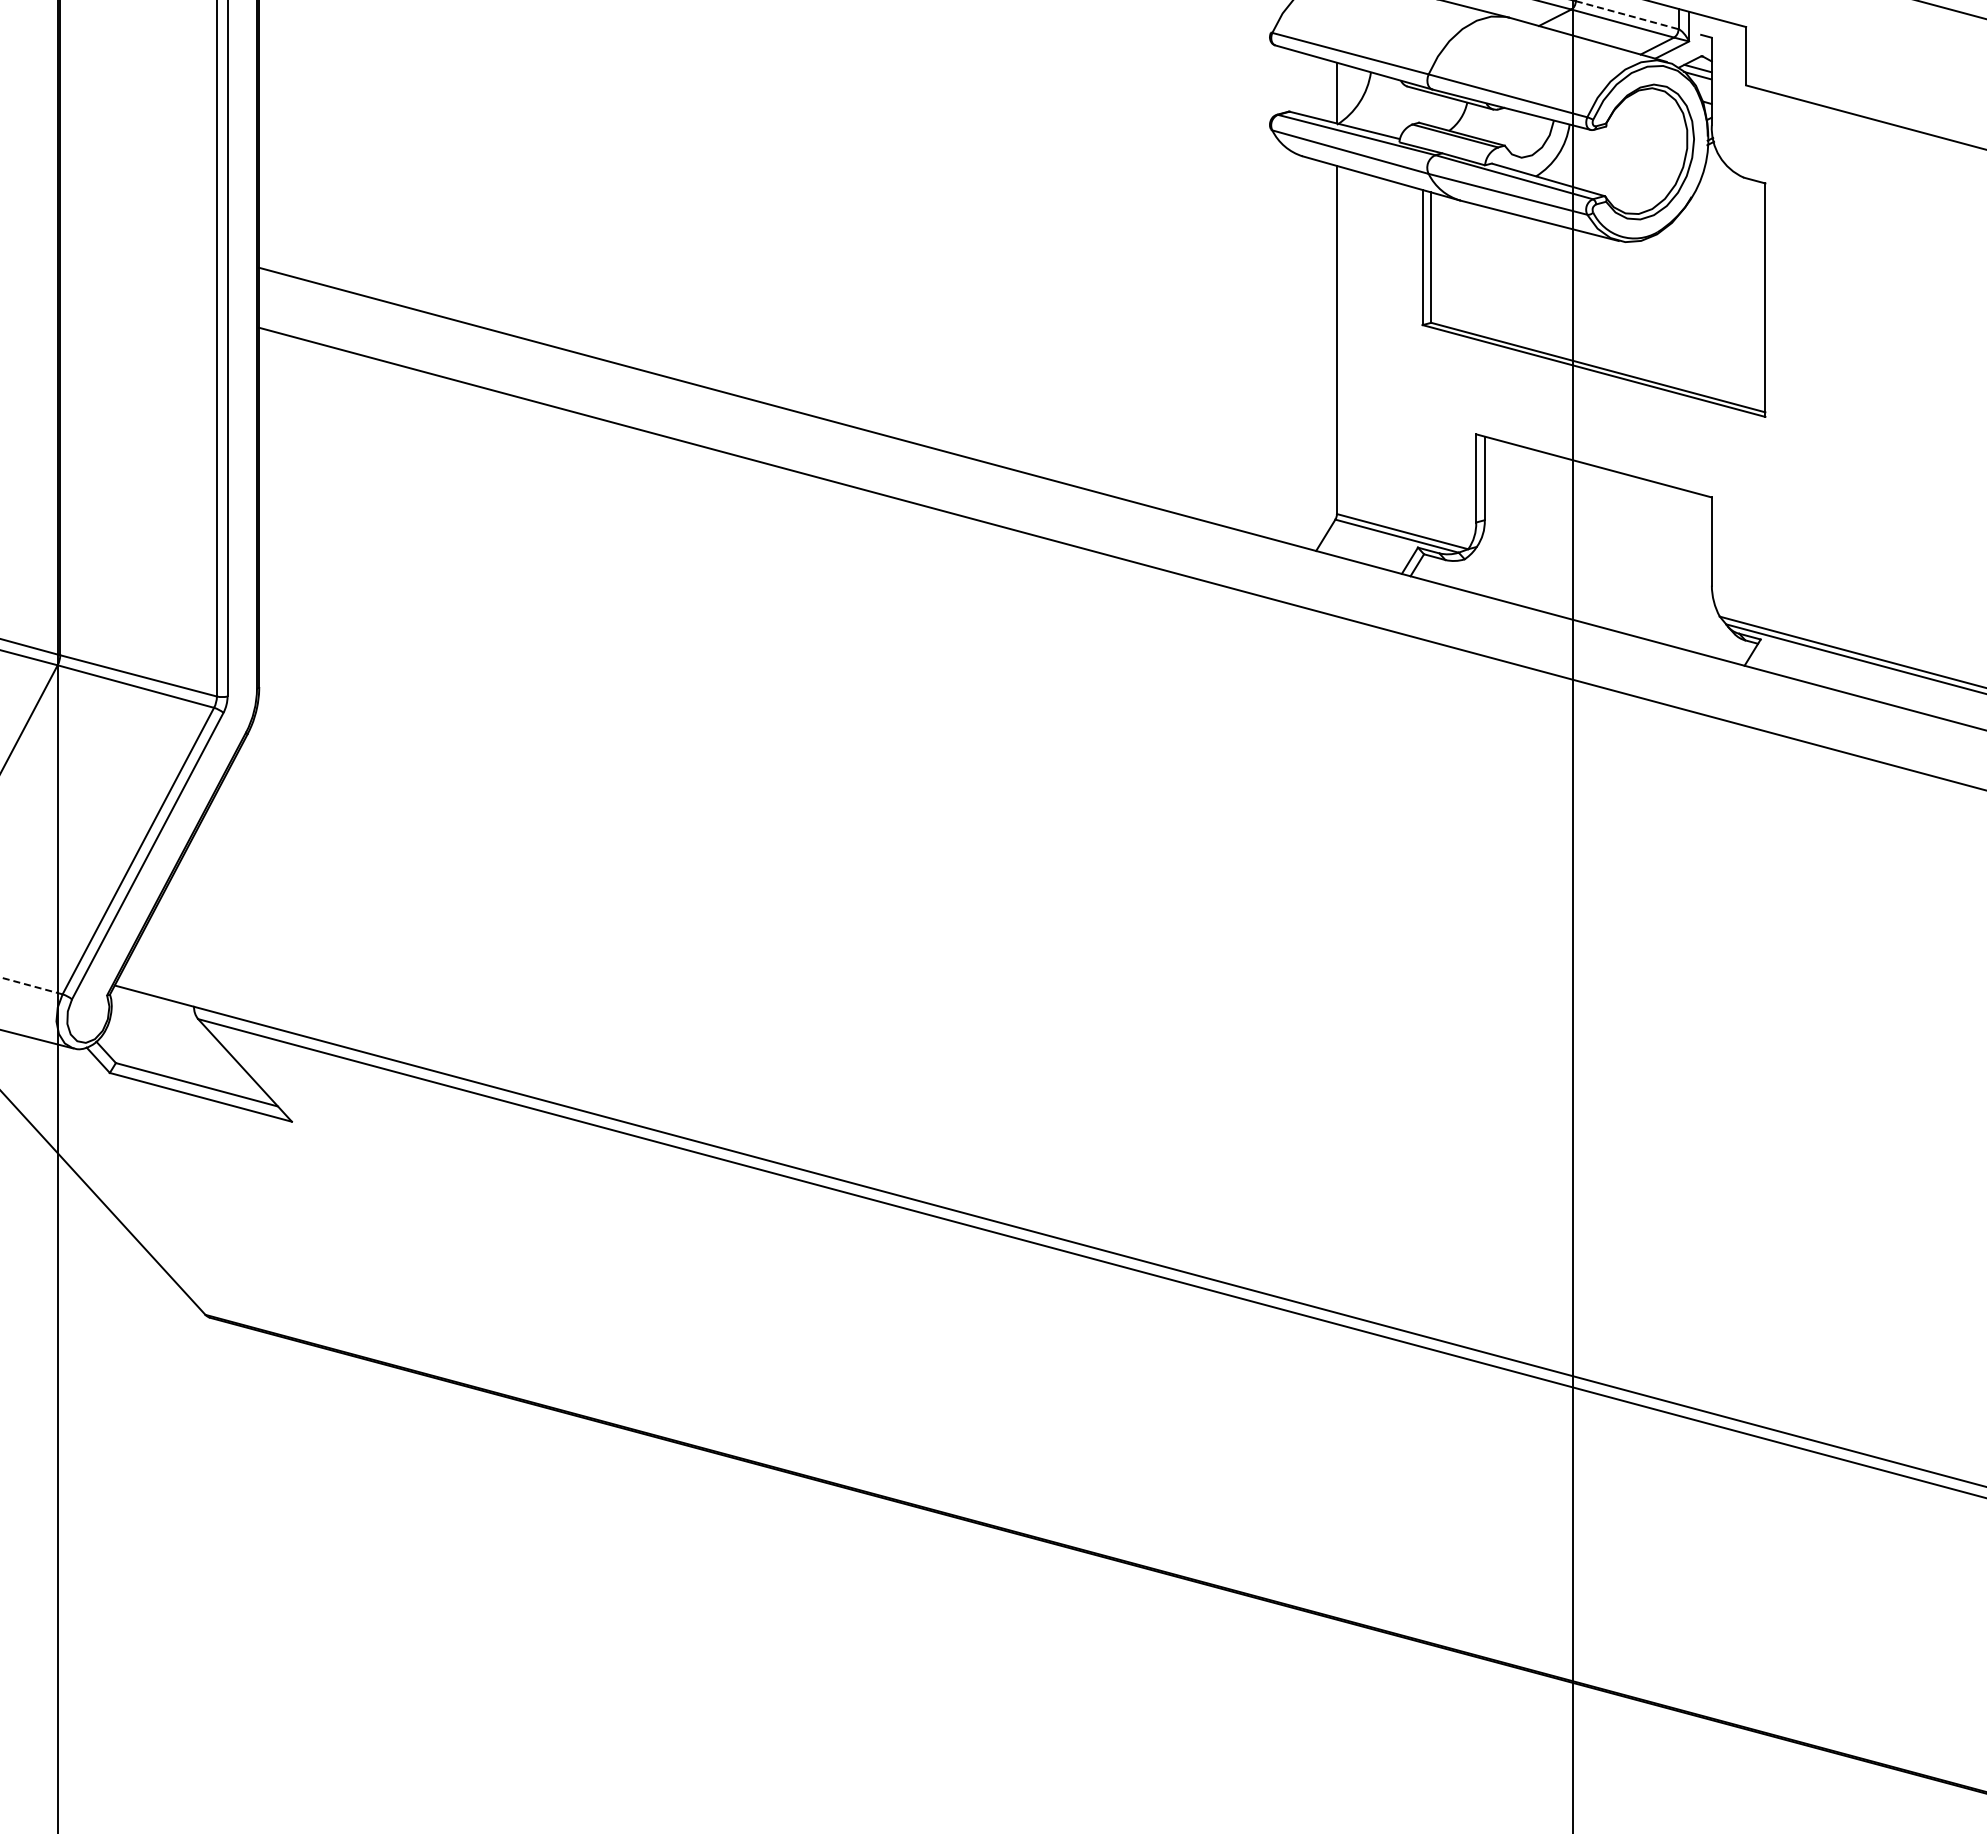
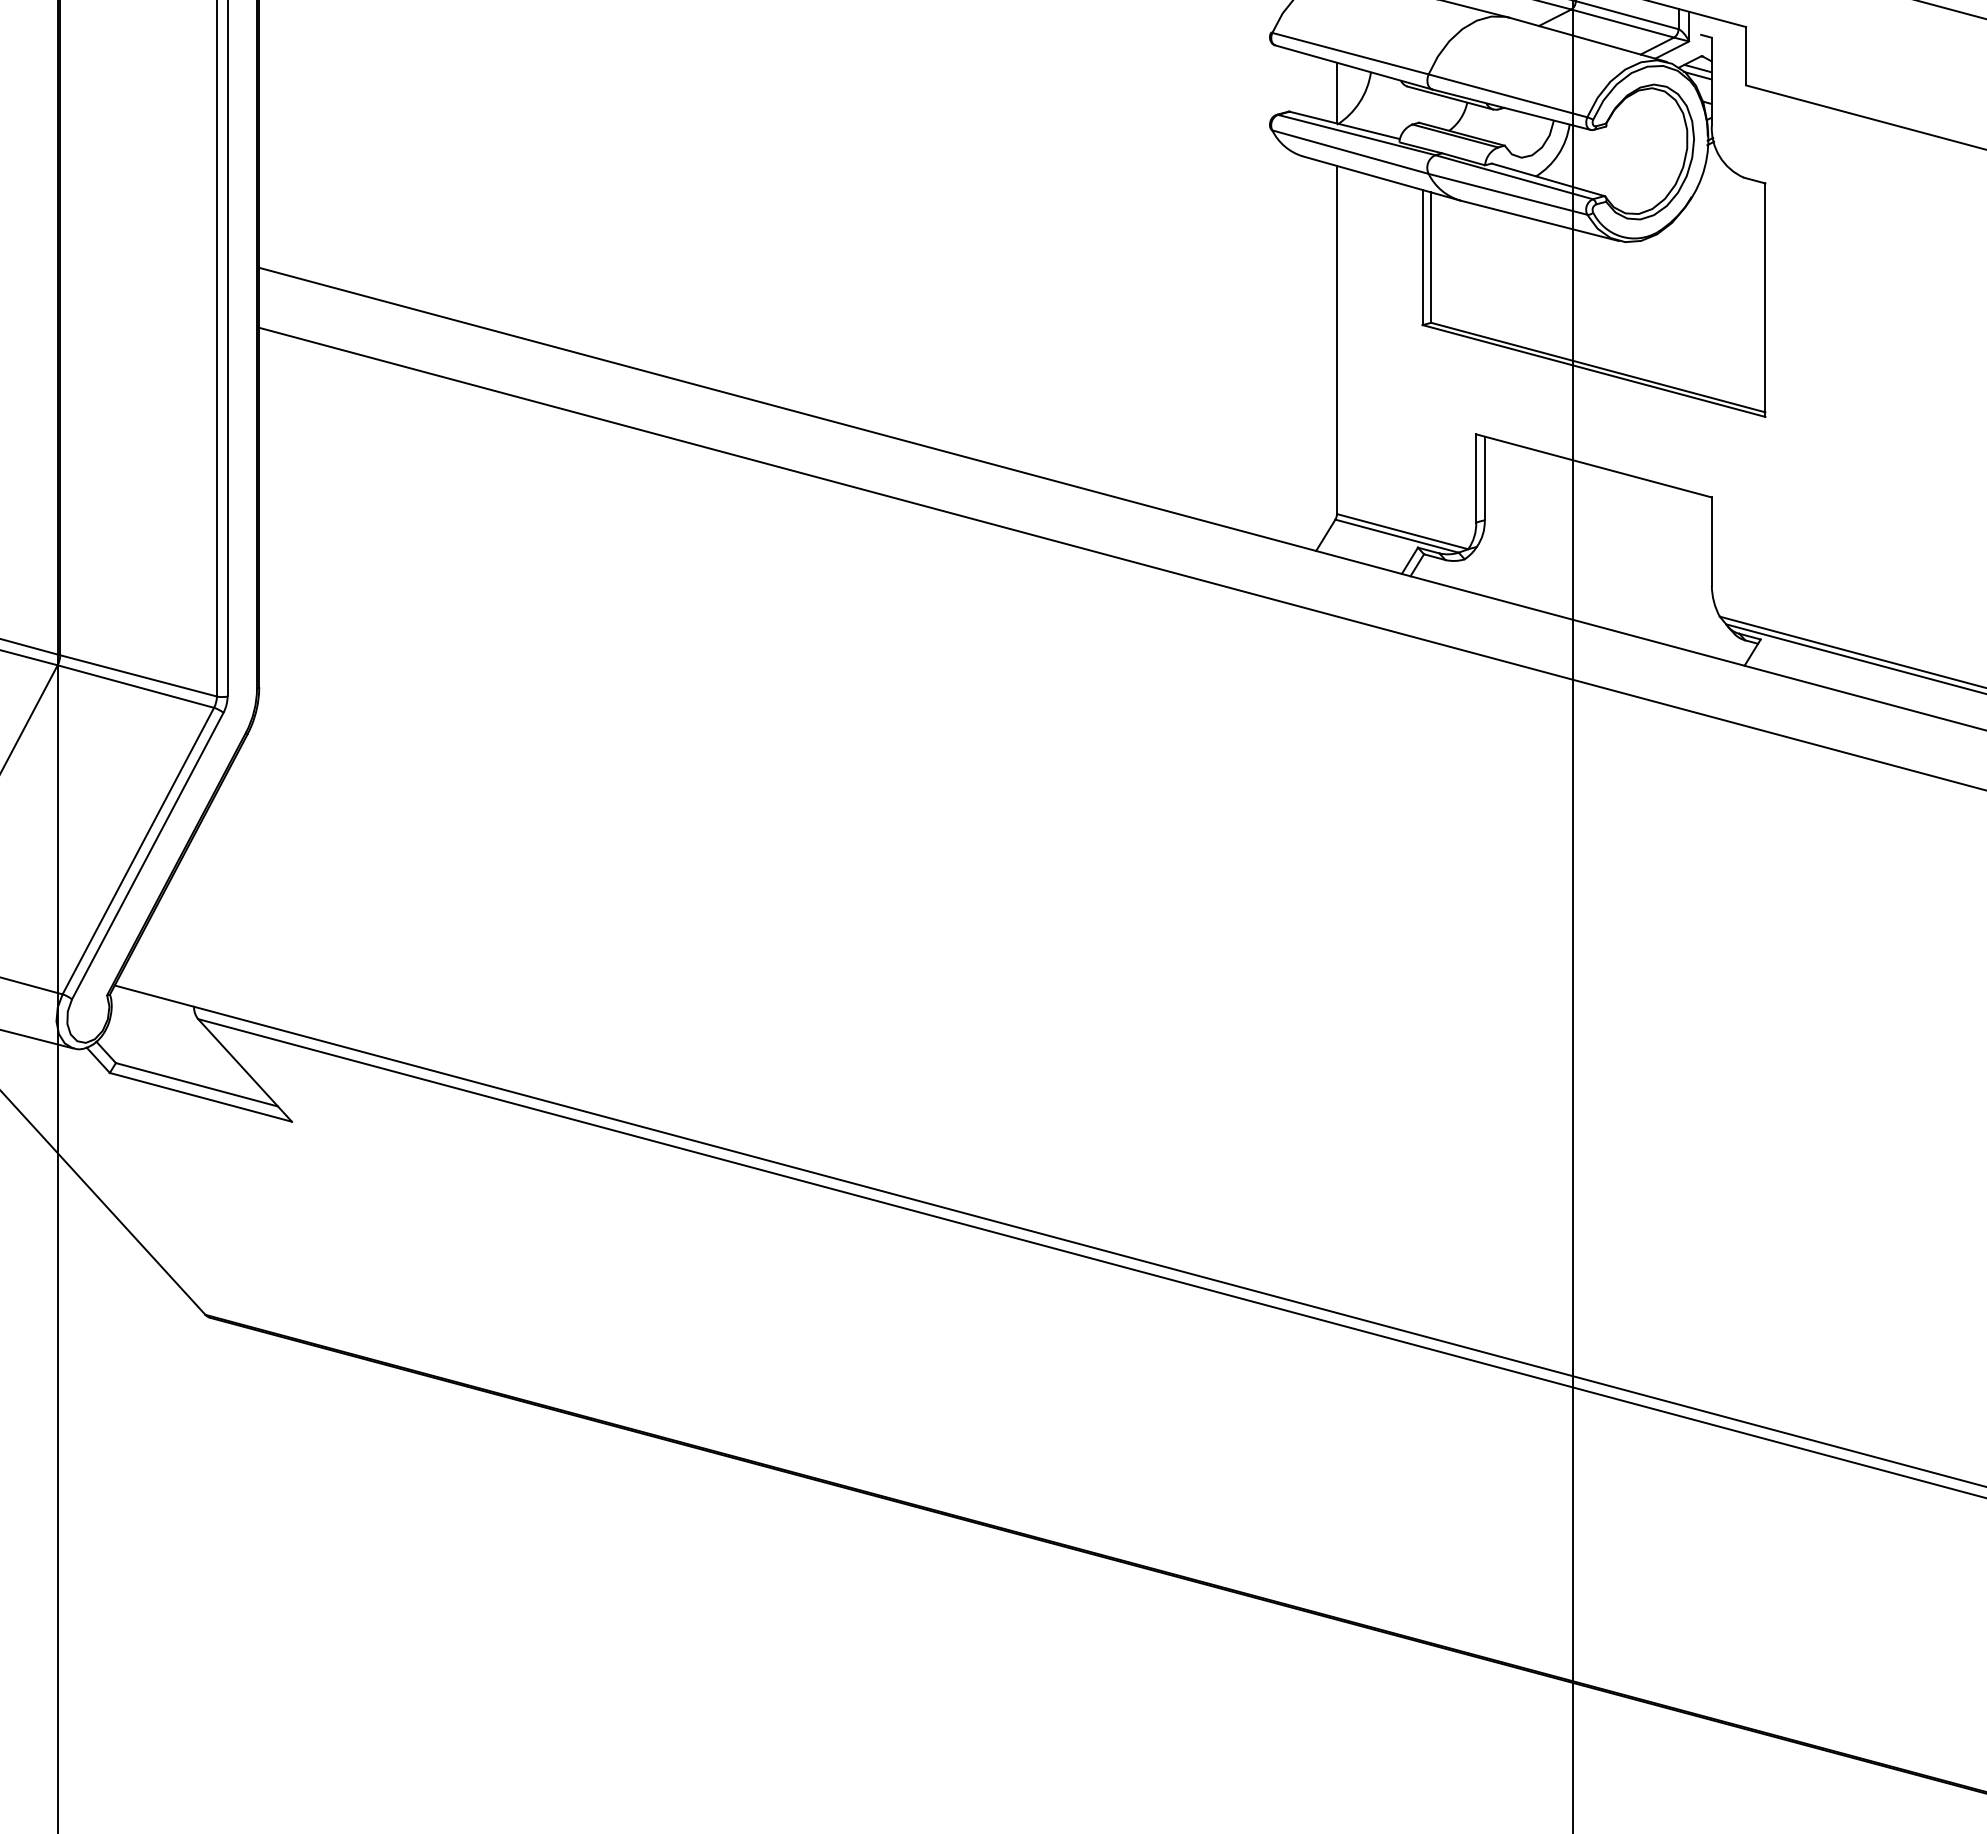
line at (1627, 15): dashed -> solid
line at (30, 985): dashed -> solid
